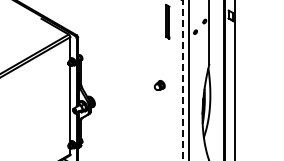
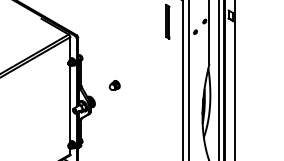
line at (183, 80): dashed -> solid
line at (219, 80): none -> present
part at (159, 85) position: (159, 85) -> (114, 85)
